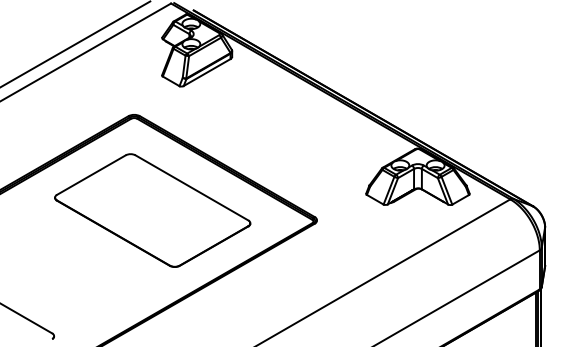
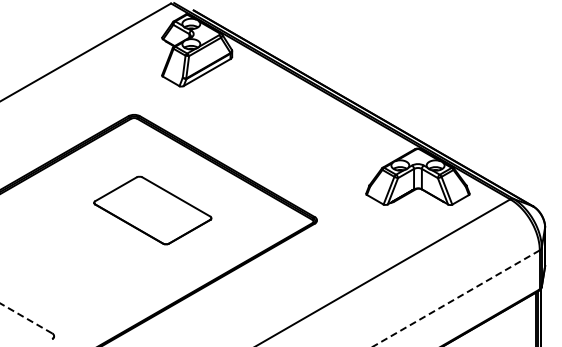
line at (75, 44): present -> none
part at (152, 210) size: 198x115 px -> 120x71 px
line at (455, 298): solid -> dashed
line at (26, 318): solid -> dashed
